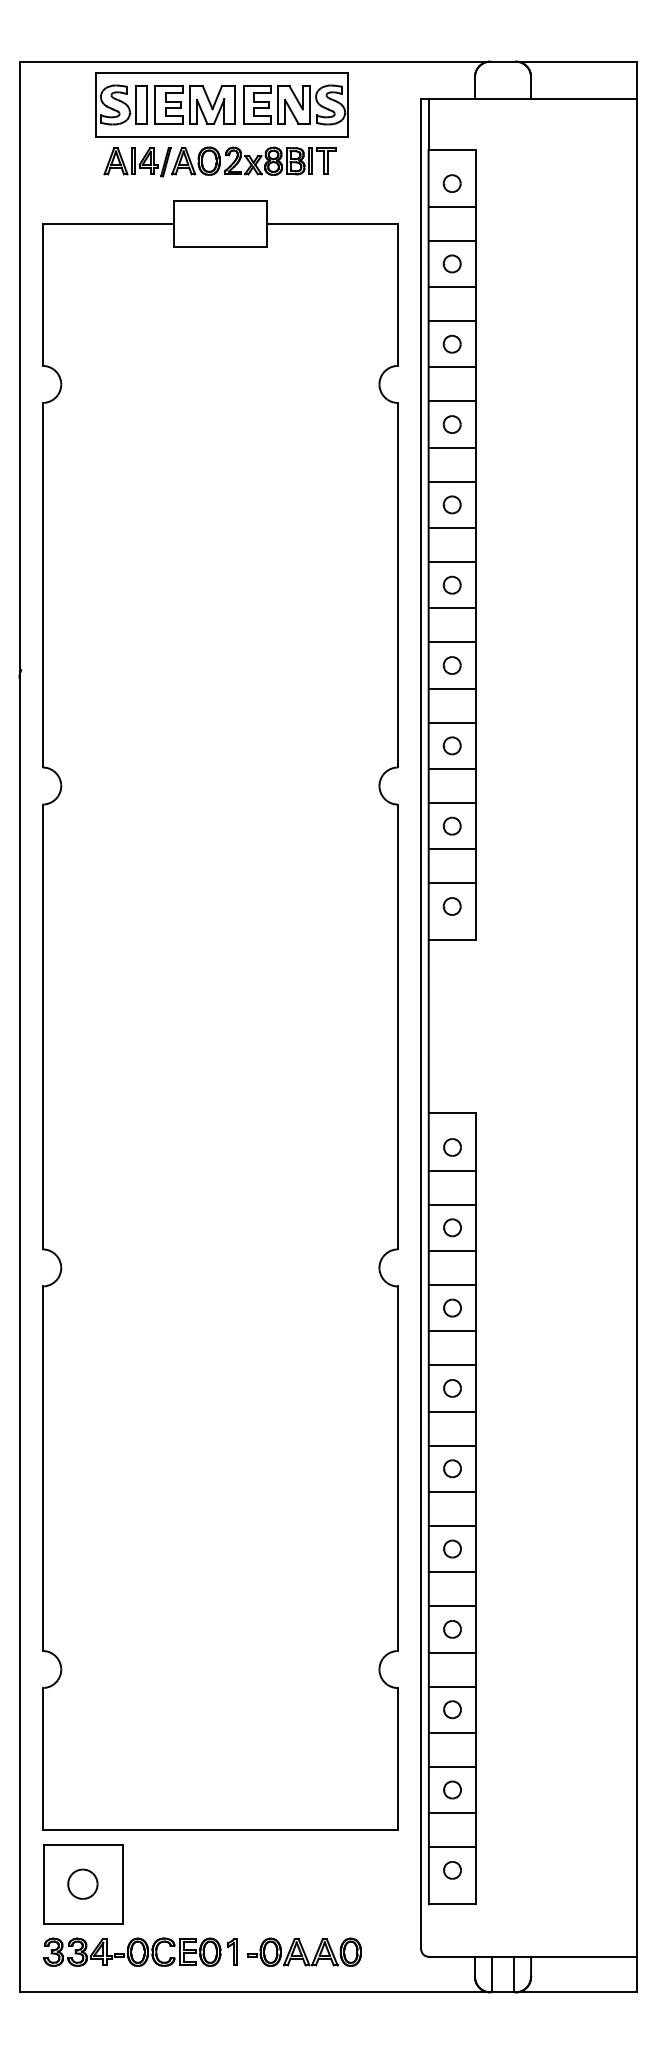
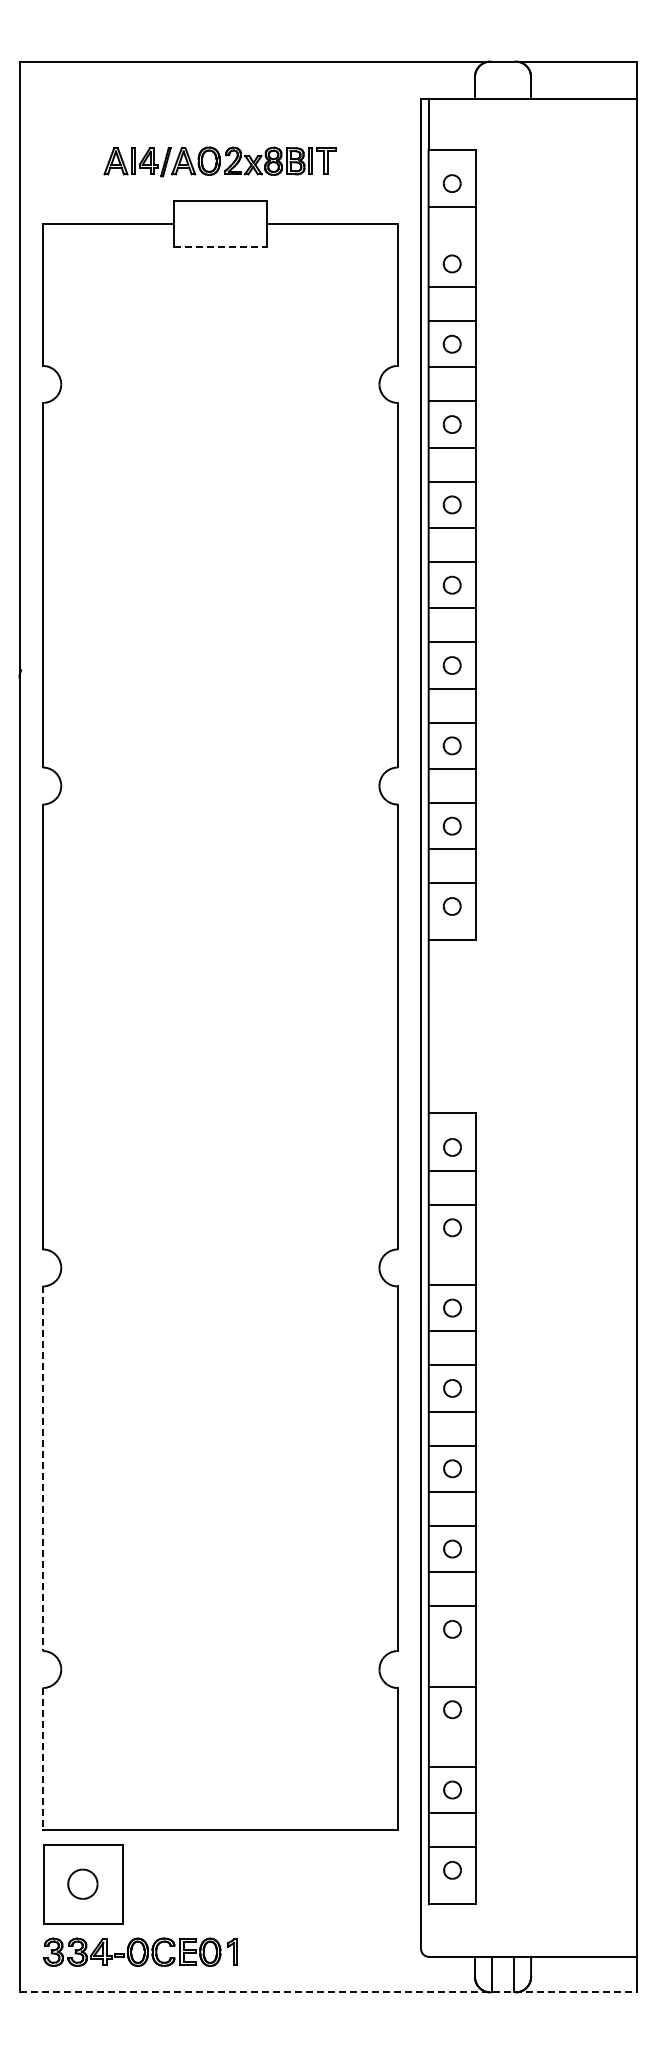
part at (221, 104): present -> none
line at (452, 240): present -> none
line at (220, 246): solid -> dashed
line at (452, 1250): present -> none
line at (42, 1469): solid -> dashed
line at (452, 1652): present -> none
line at (452, 1732): present -> none
line at (42, 1759): solid -> dashed
part at (304, 1951): present -> none
line at (328, 1992): solid -> dashed
